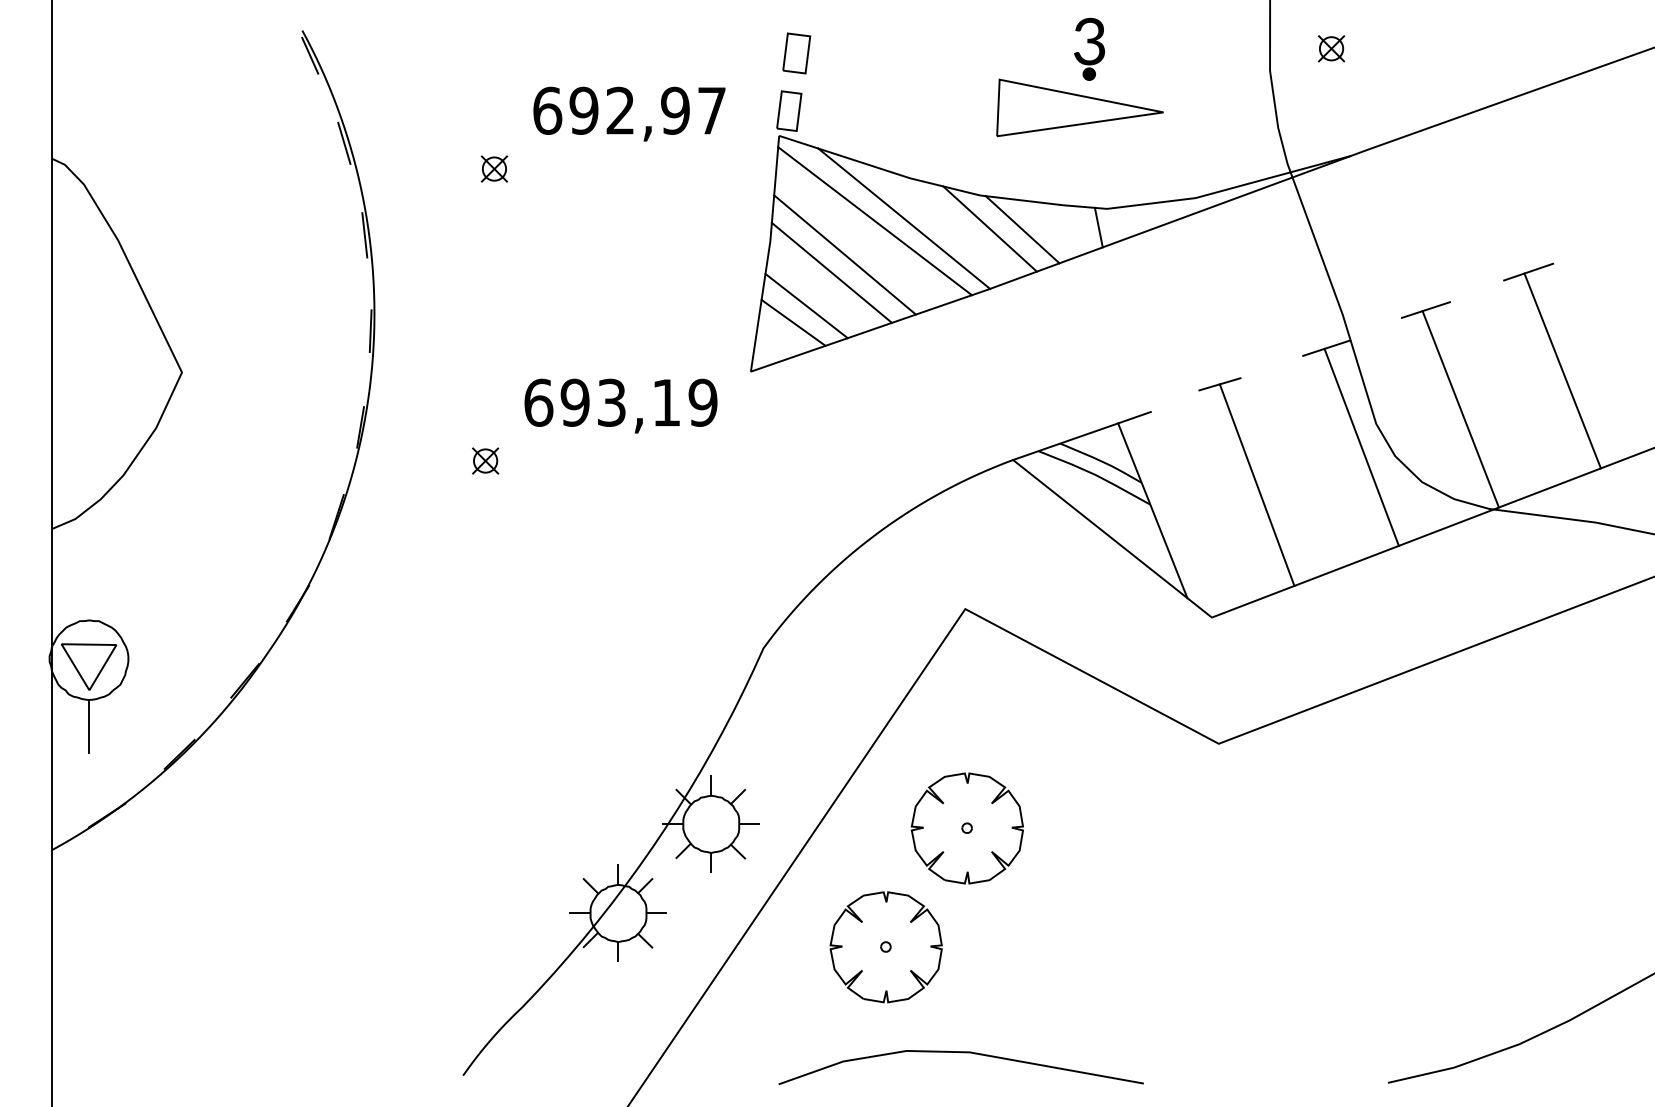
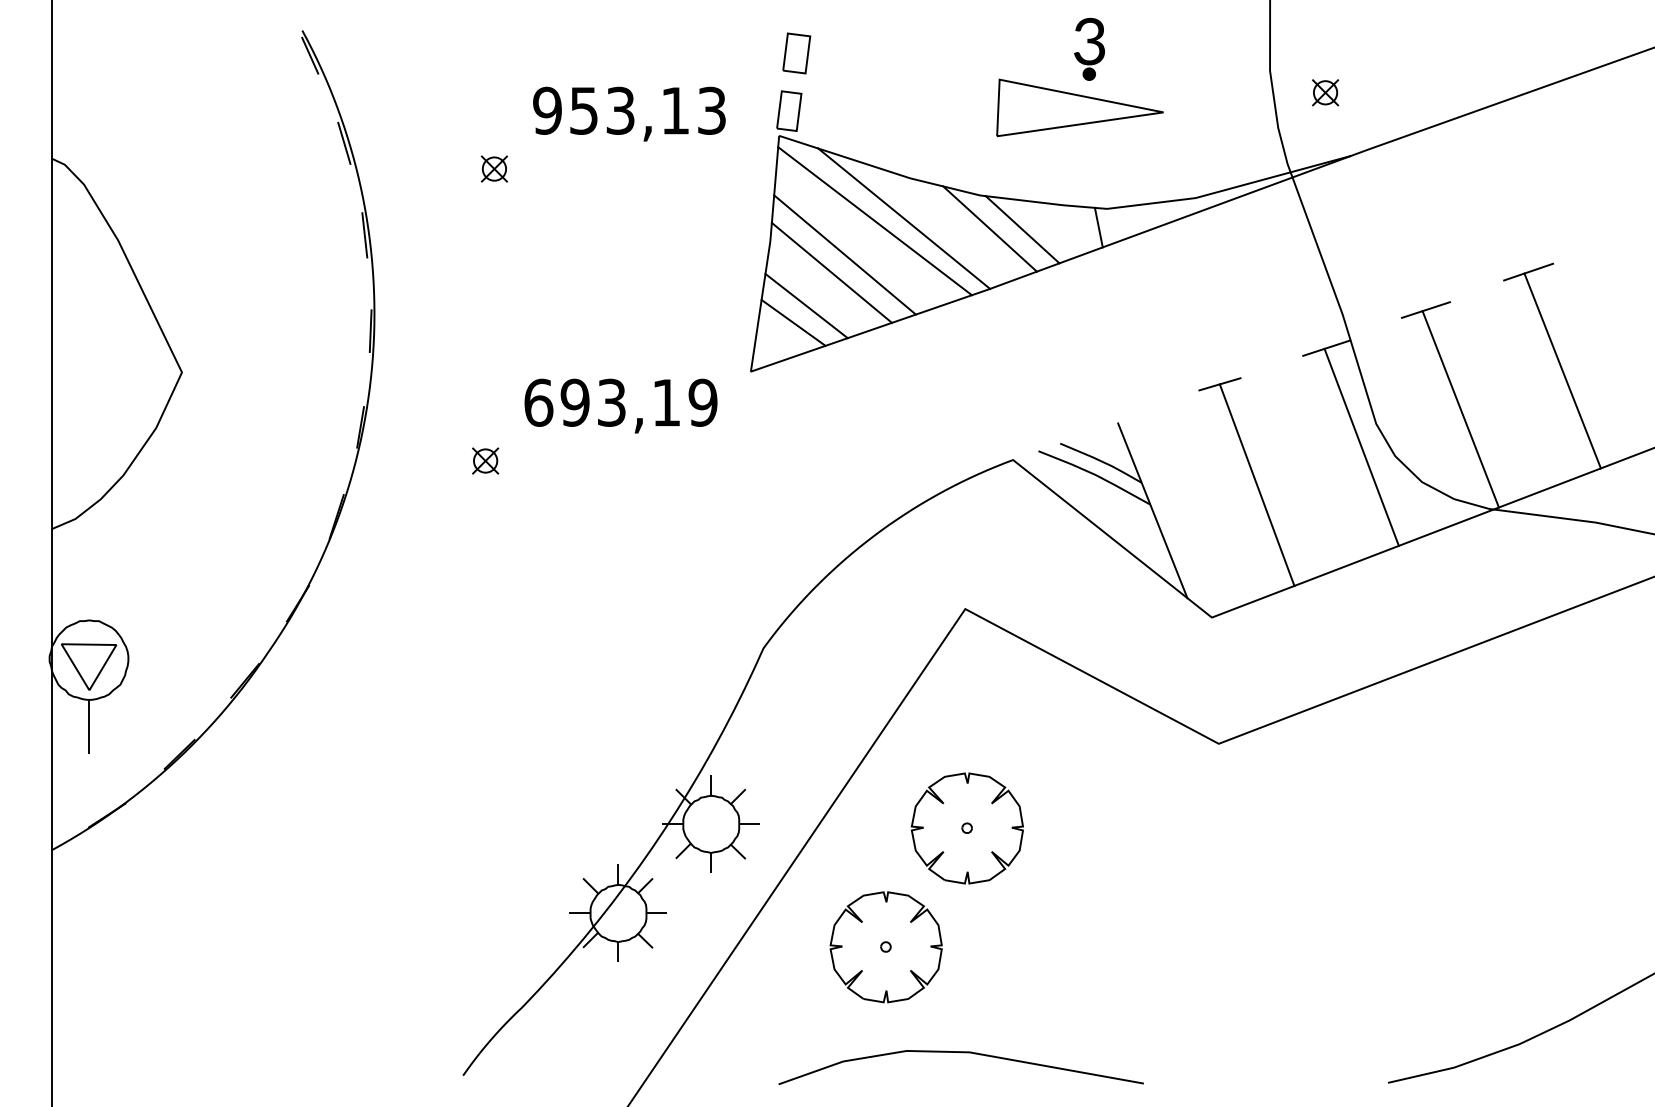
part at (1331, 48) position: (1331, 48) -> (1325, 92)
text at (629, 110): 692,97 -> 953,13
line at (1081, 436): present -> none
